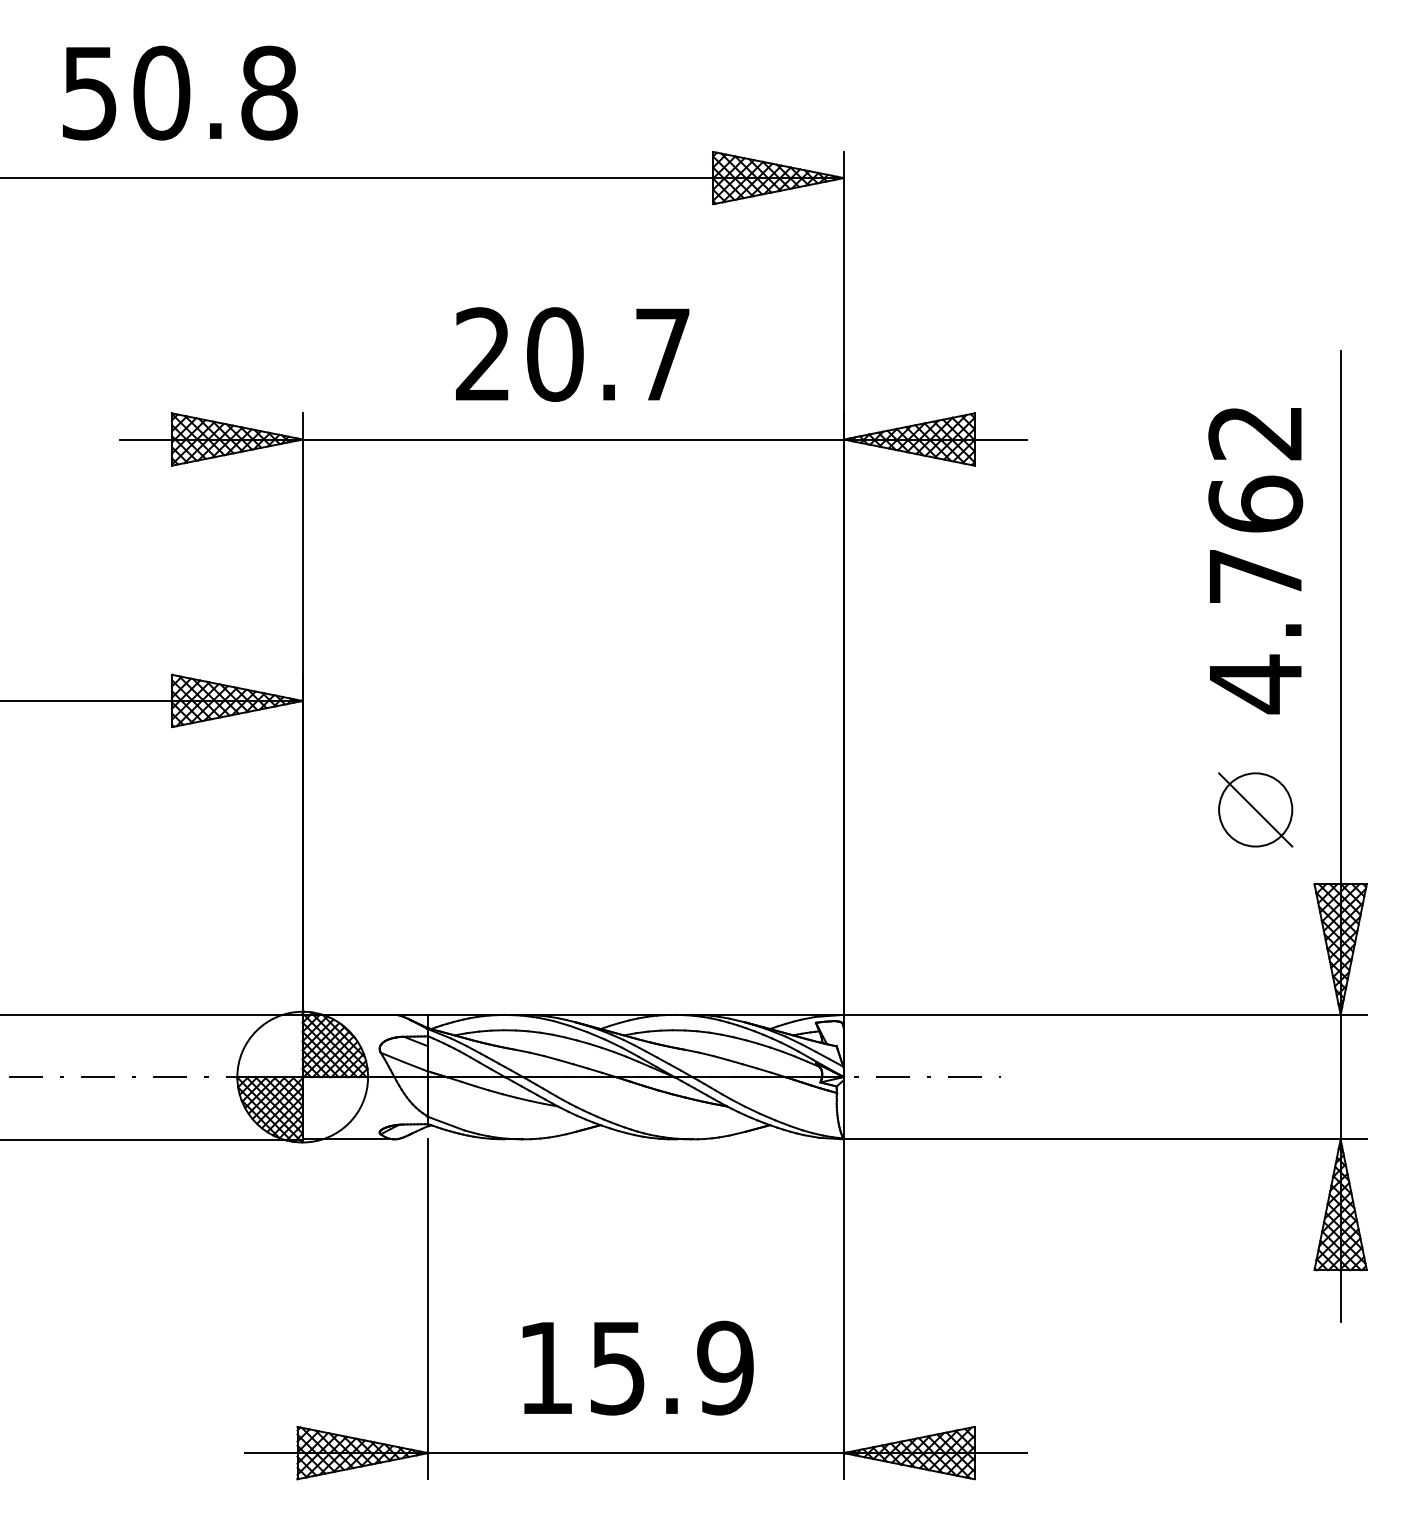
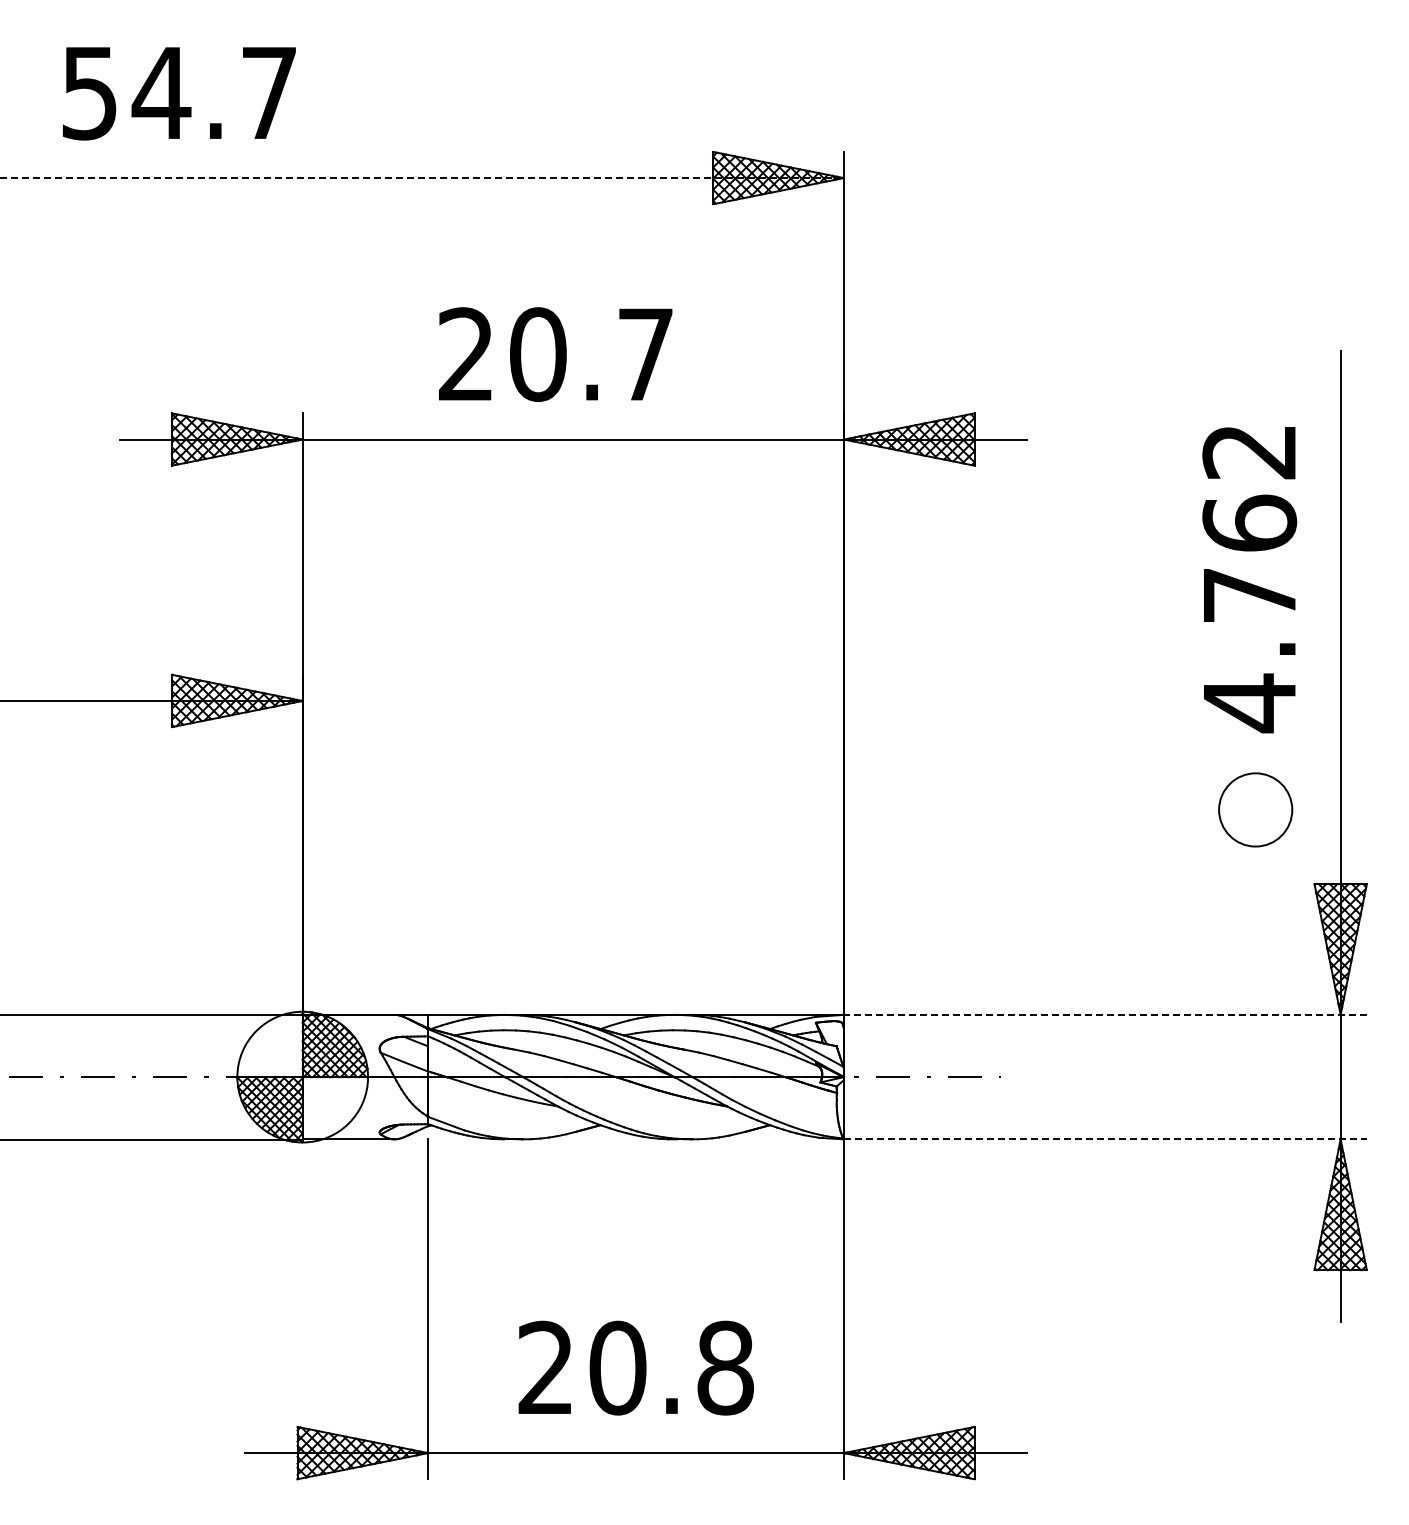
text at (214, 92): 50.8 -> 54.7
line at (422, 178): solid -> dashed
text at (572, 354) position: (572, 354) -> (555, 354)
text at (1255, 561) position: (1255, 561) -> (1249, 580)
line at (1255, 809): present -> none
line at (1104, 1014): solid -> dashed
line at (1105, 1139): solid -> dashed
text at (635, 1367): 15.9 -> 20.8
